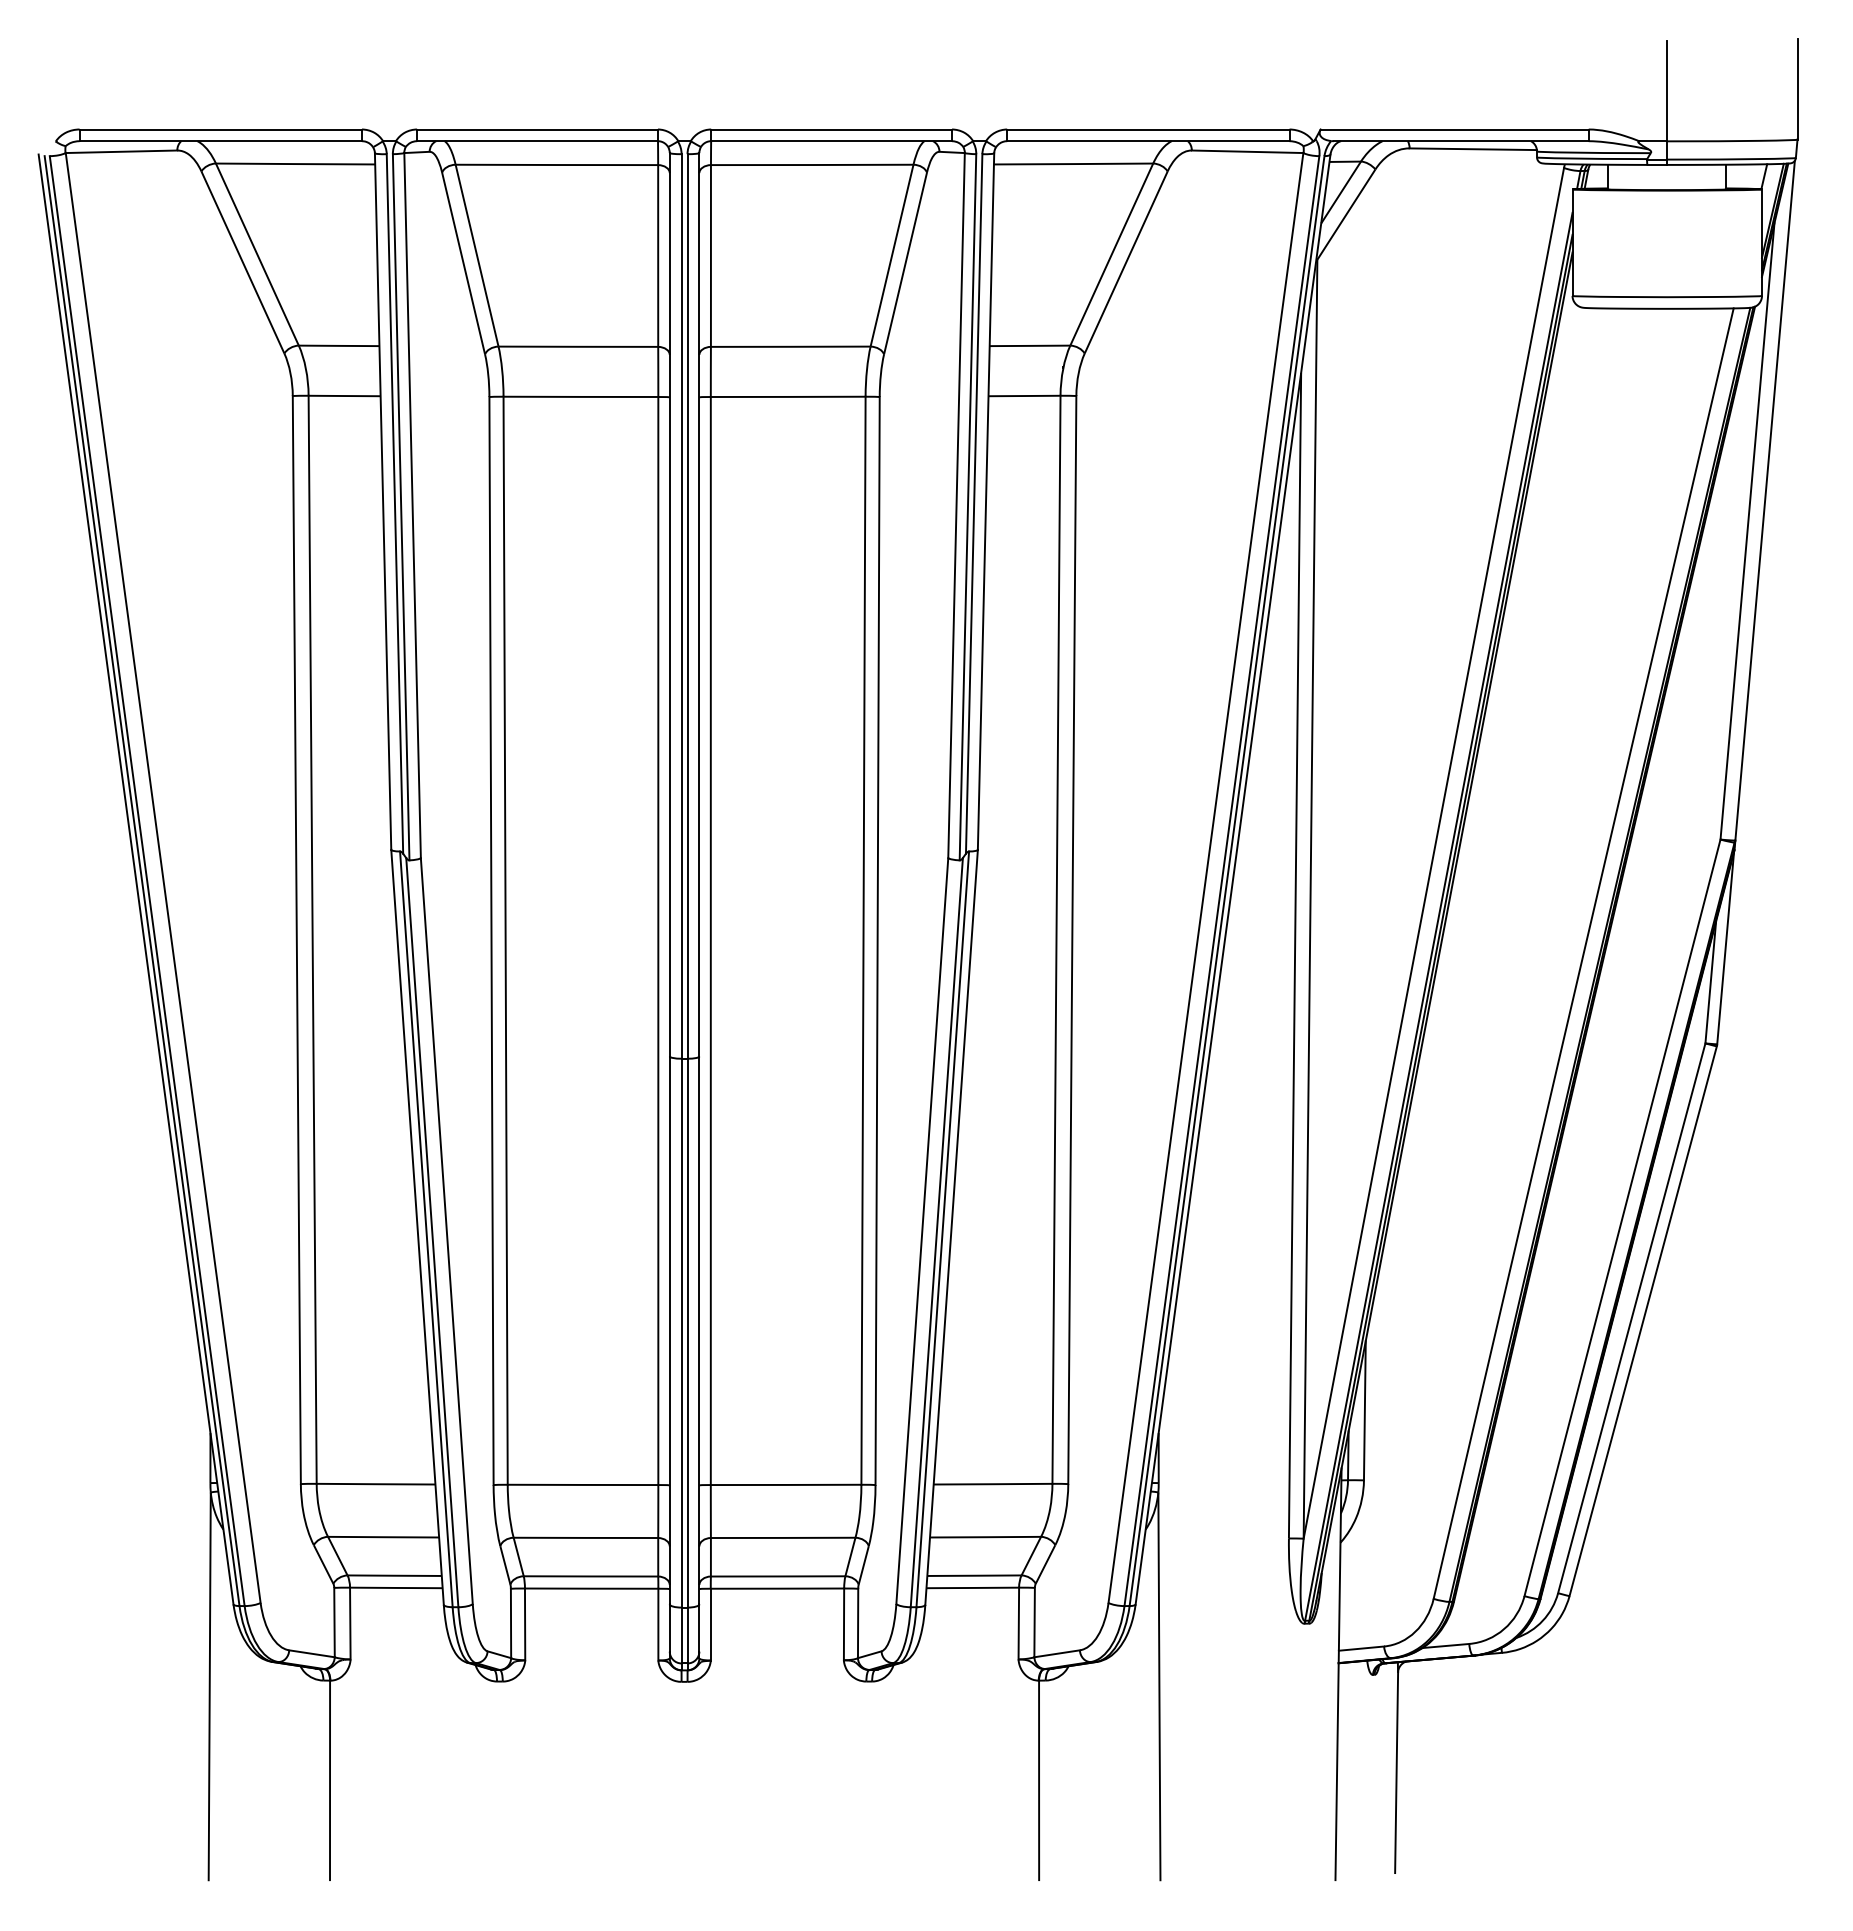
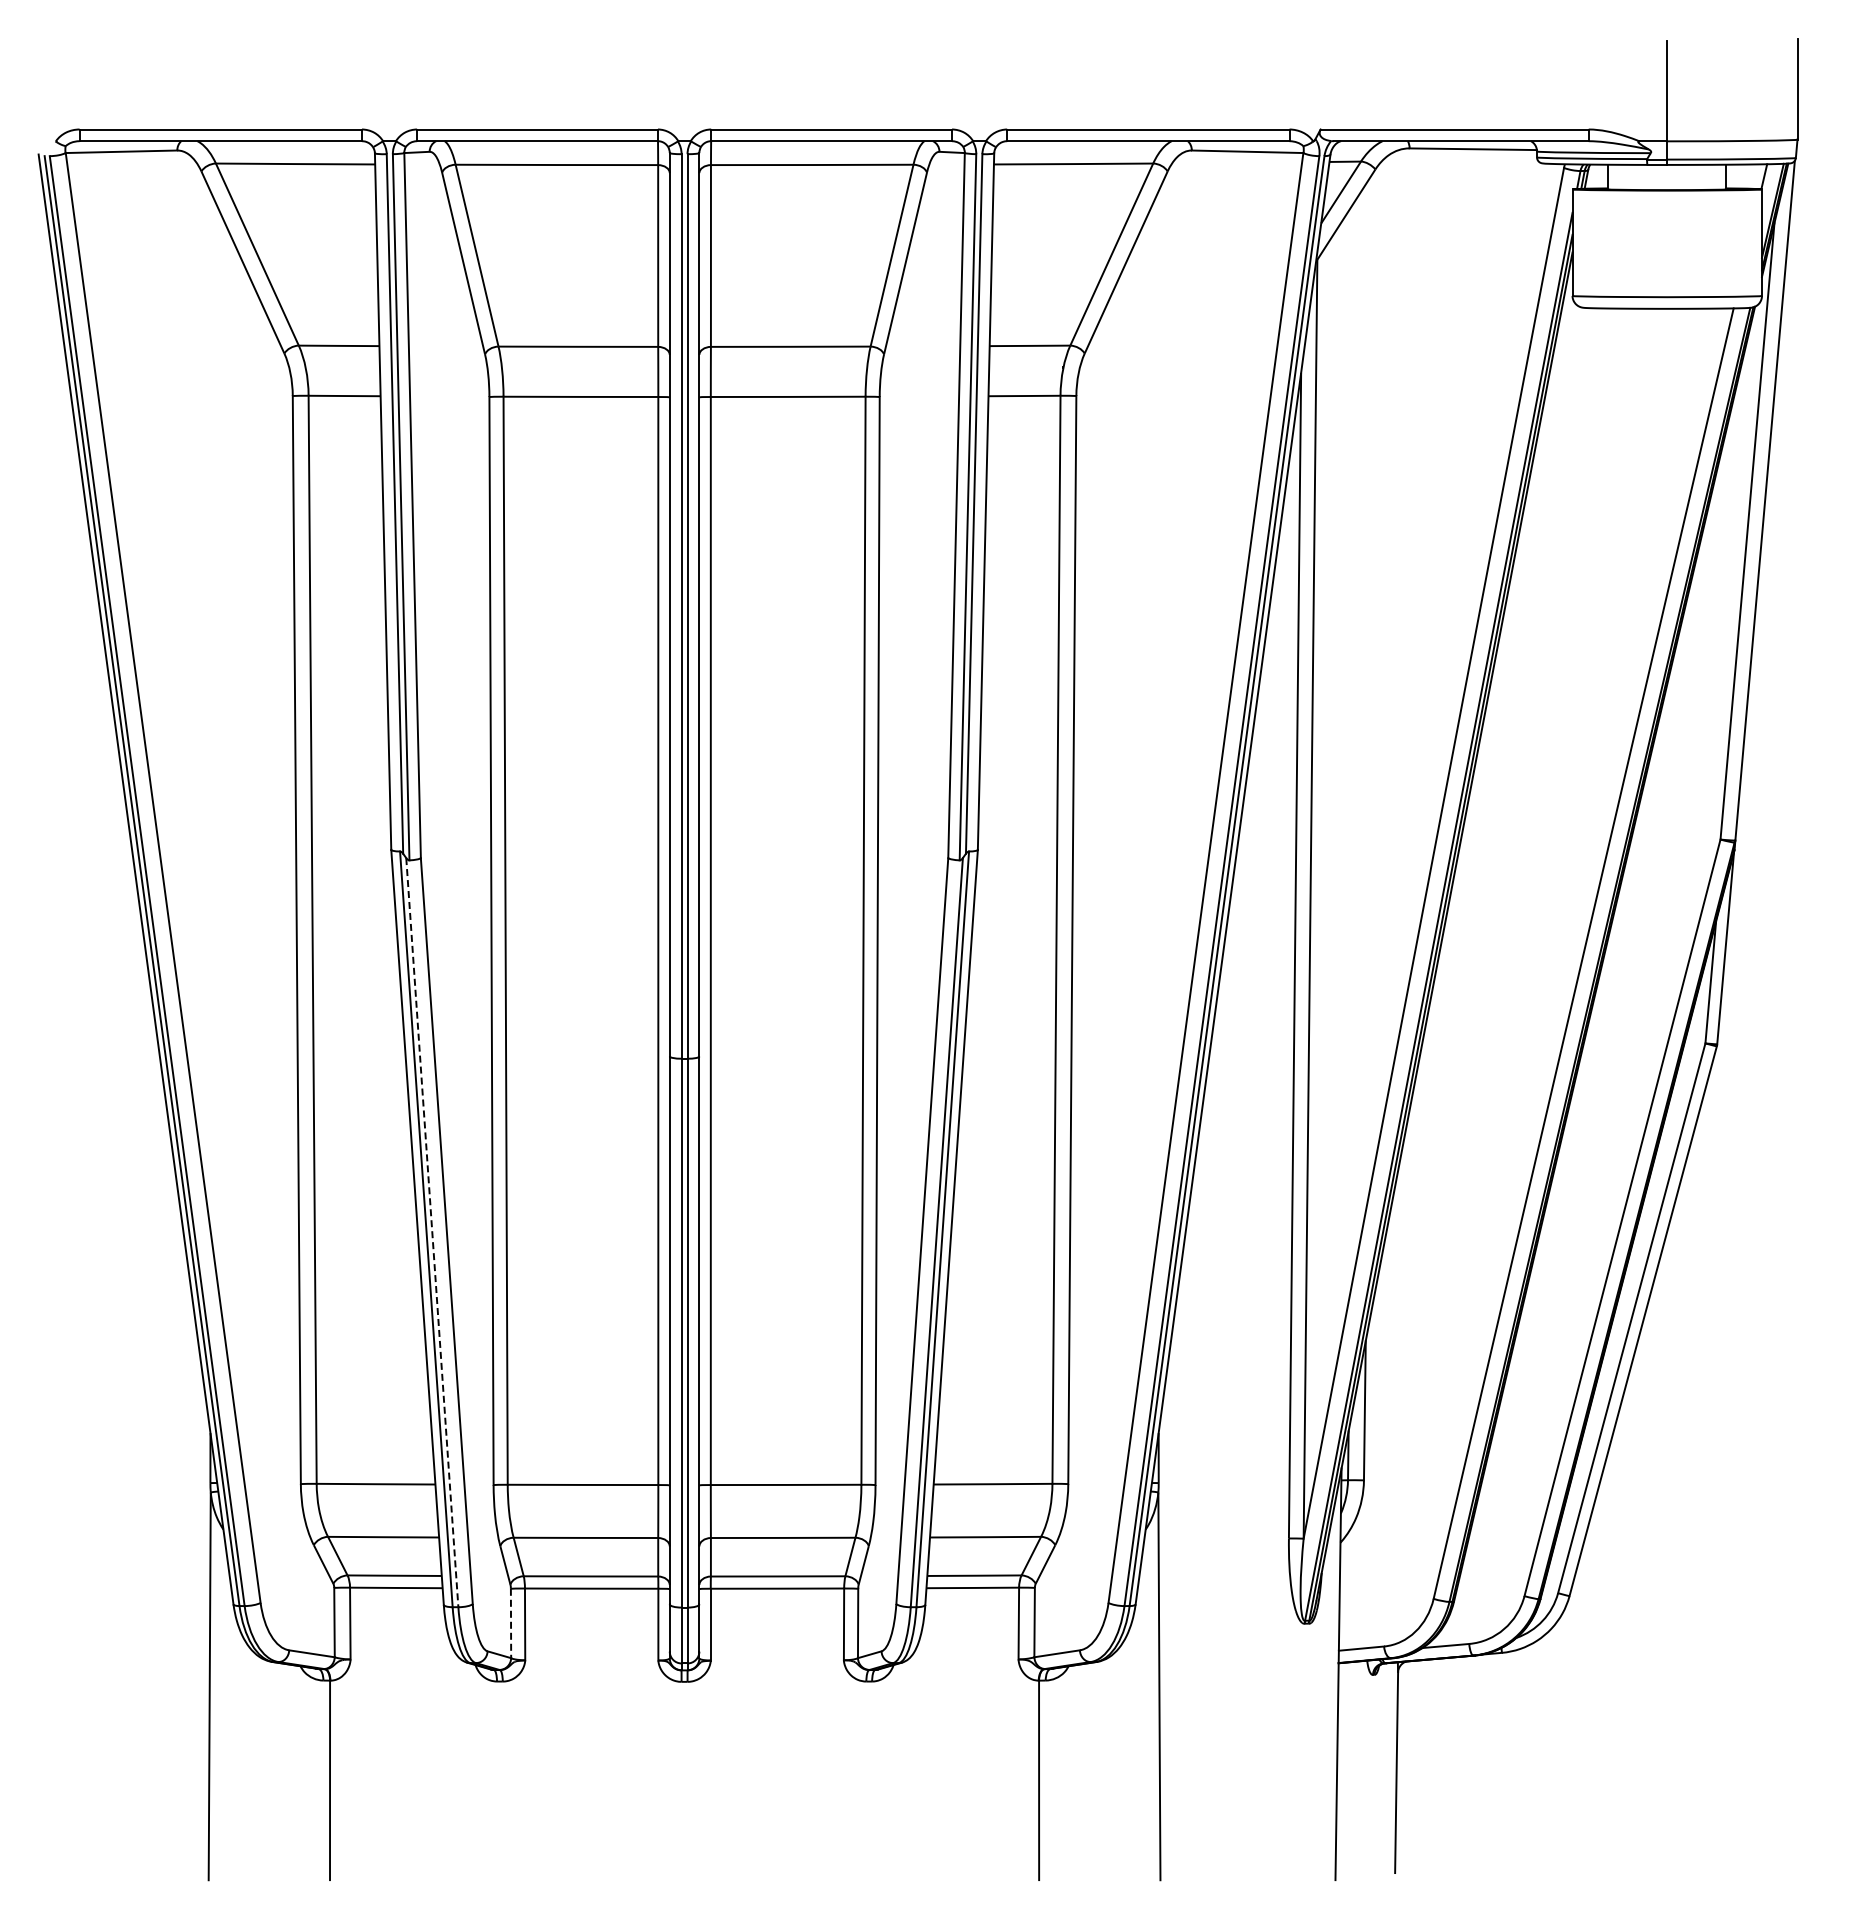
line at (432, 1233): solid -> dashed
line at (511, 1623): solid -> dashed
